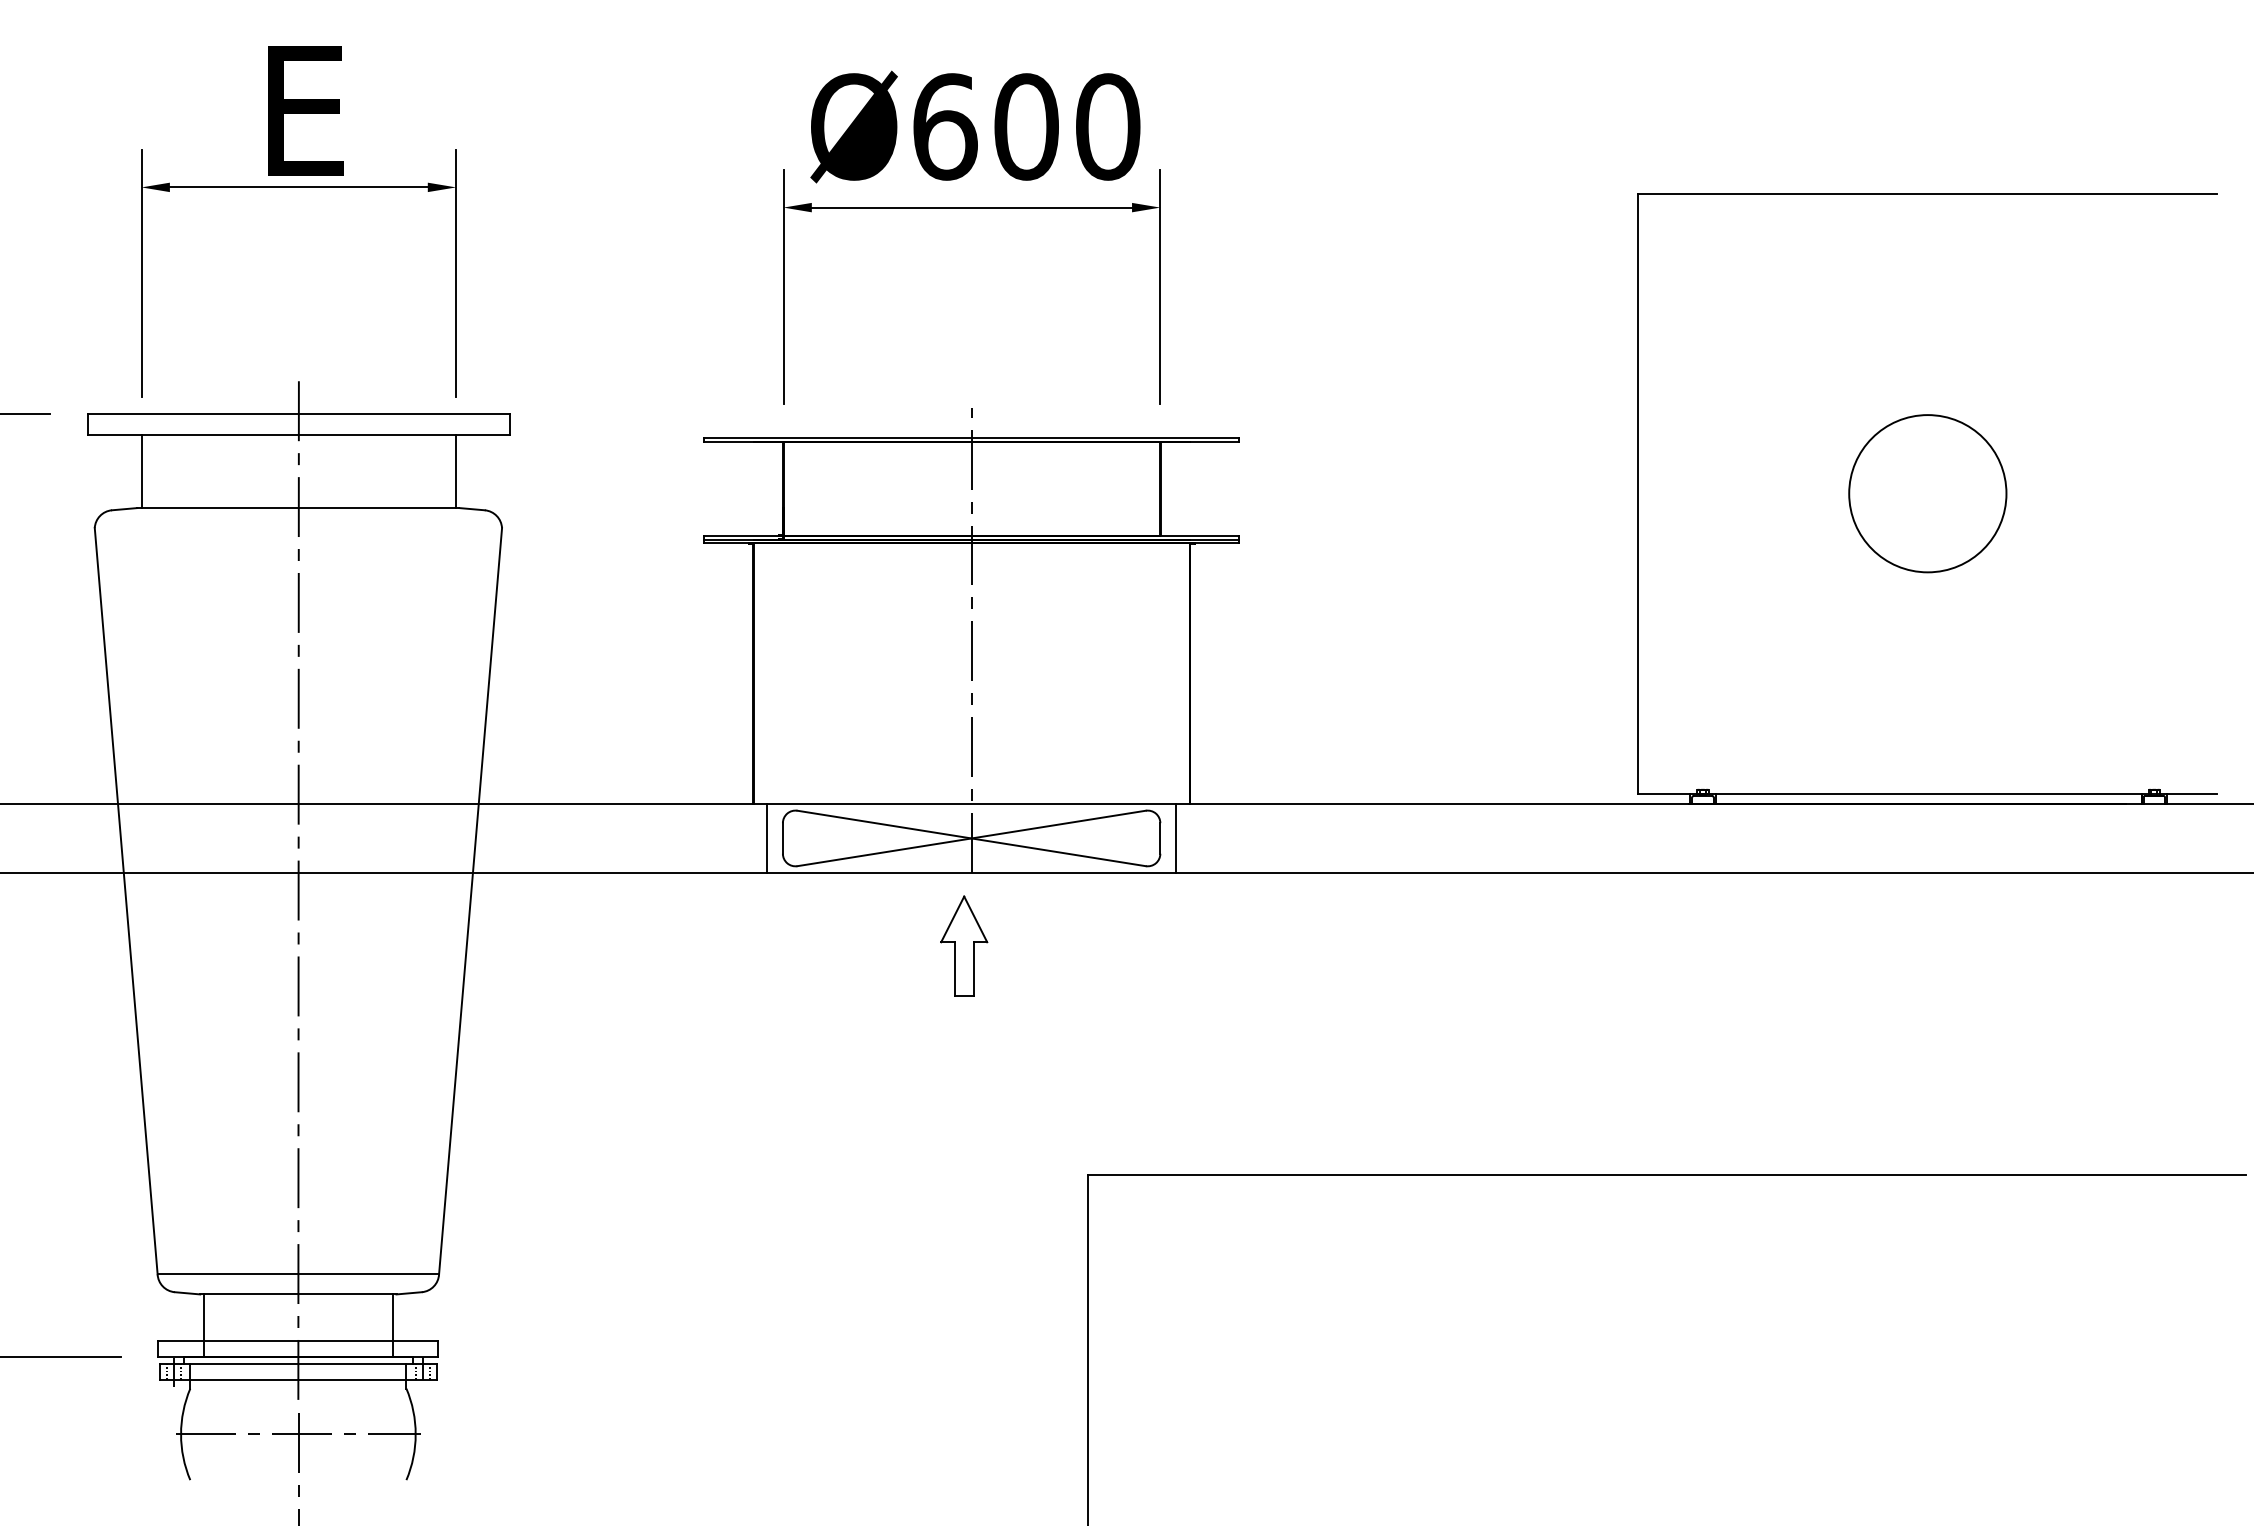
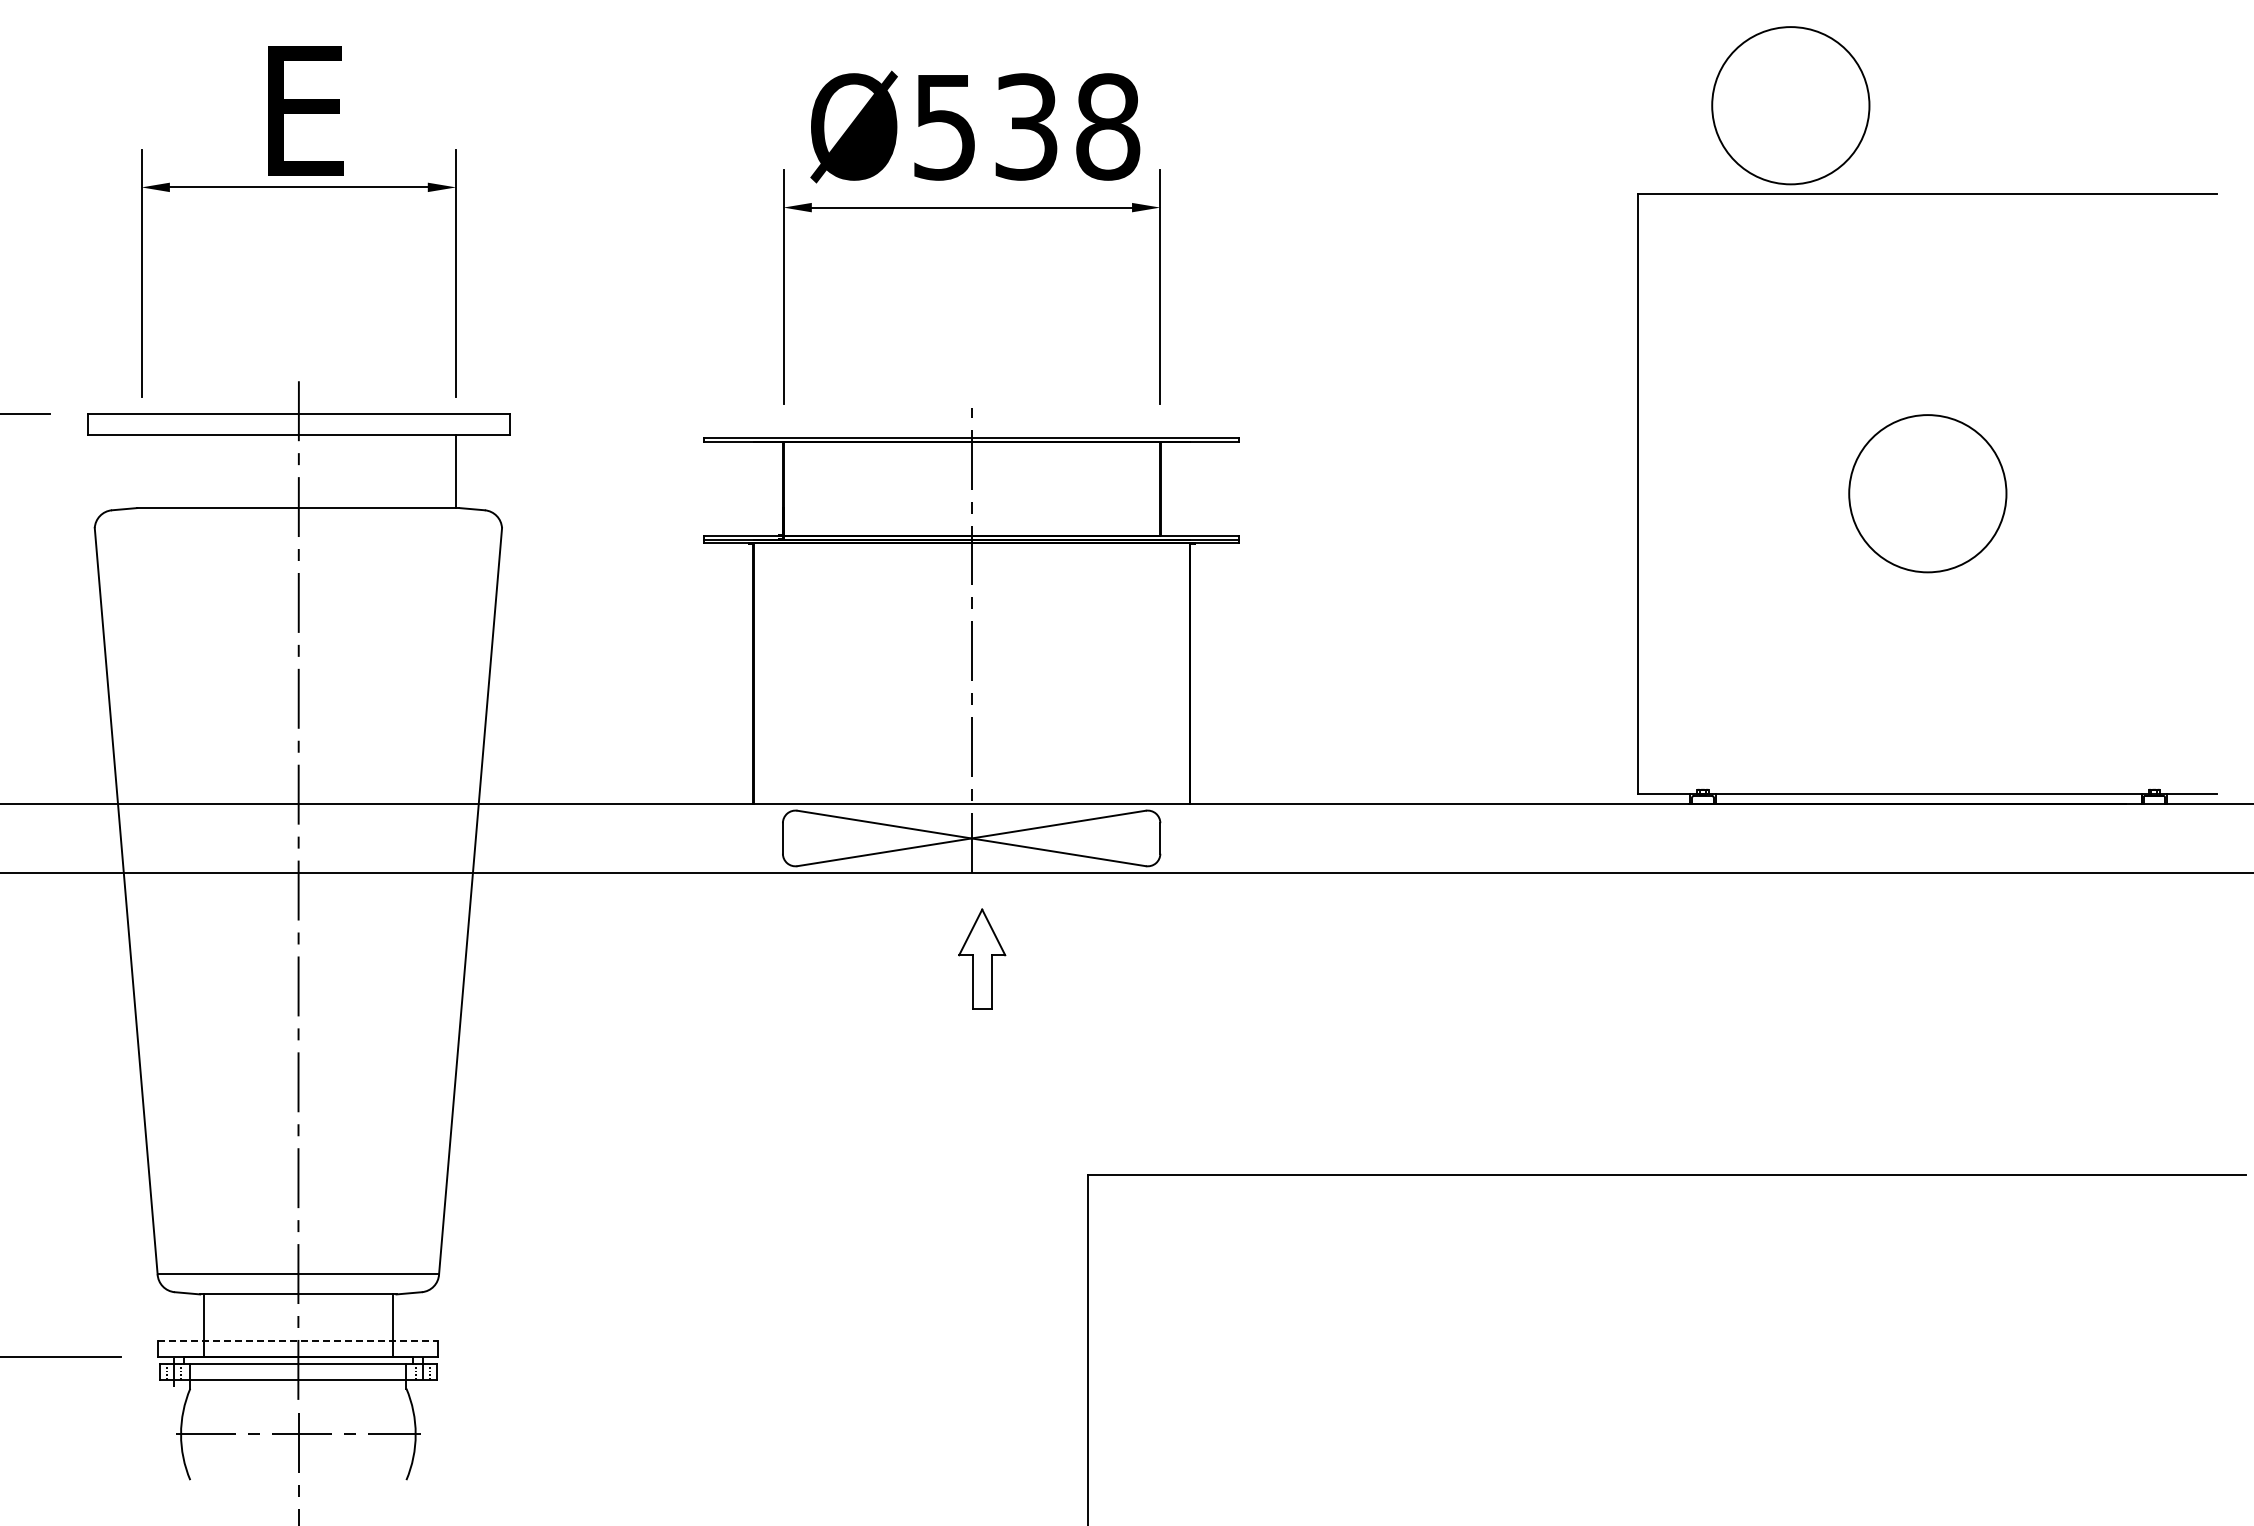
circle at (1790, 105): none -> present
text at (1026, 126): Ø600 -> Ø538
line at (141, 471): present -> none
line at (767, 838): present -> none
line at (1176, 838): present -> none
part at (964, 945) position: (964, 945) -> (982, 958)
line at (298, 1340): solid -> dashed
